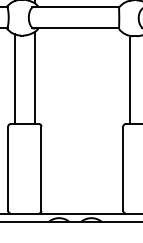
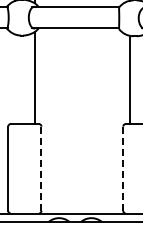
line at (14, 79): present -> none
line at (41, 169): solid -> dashed
line at (123, 169): solid -> dashed
